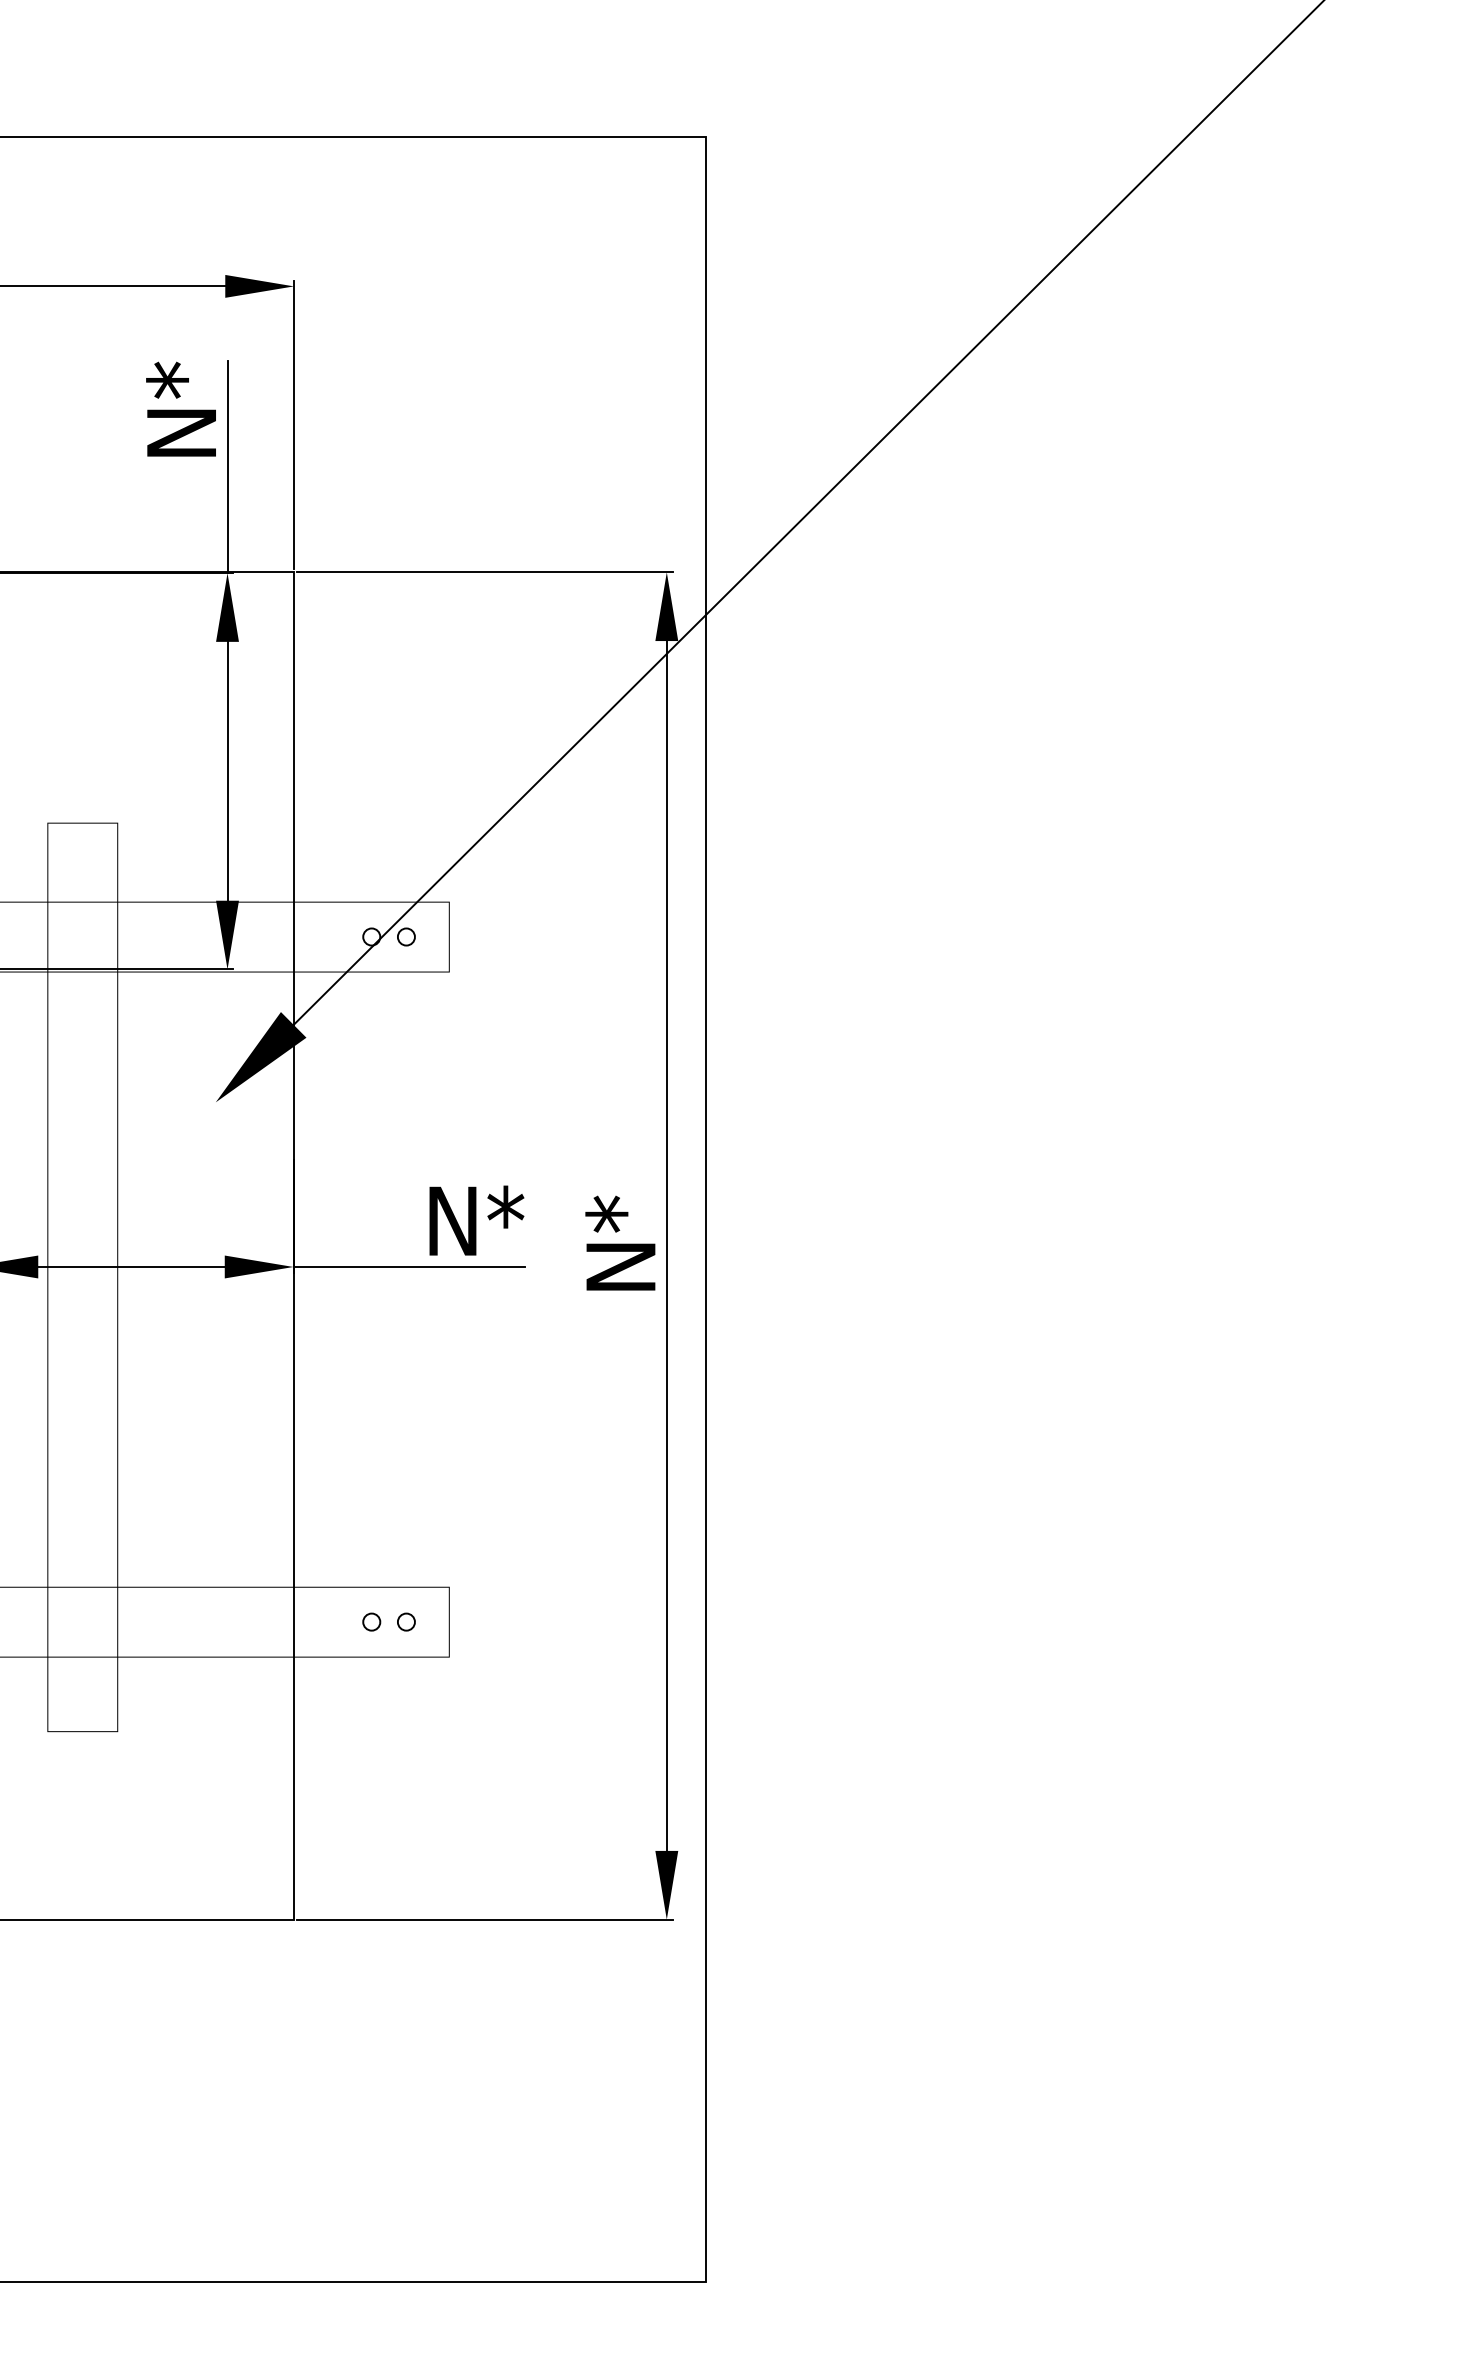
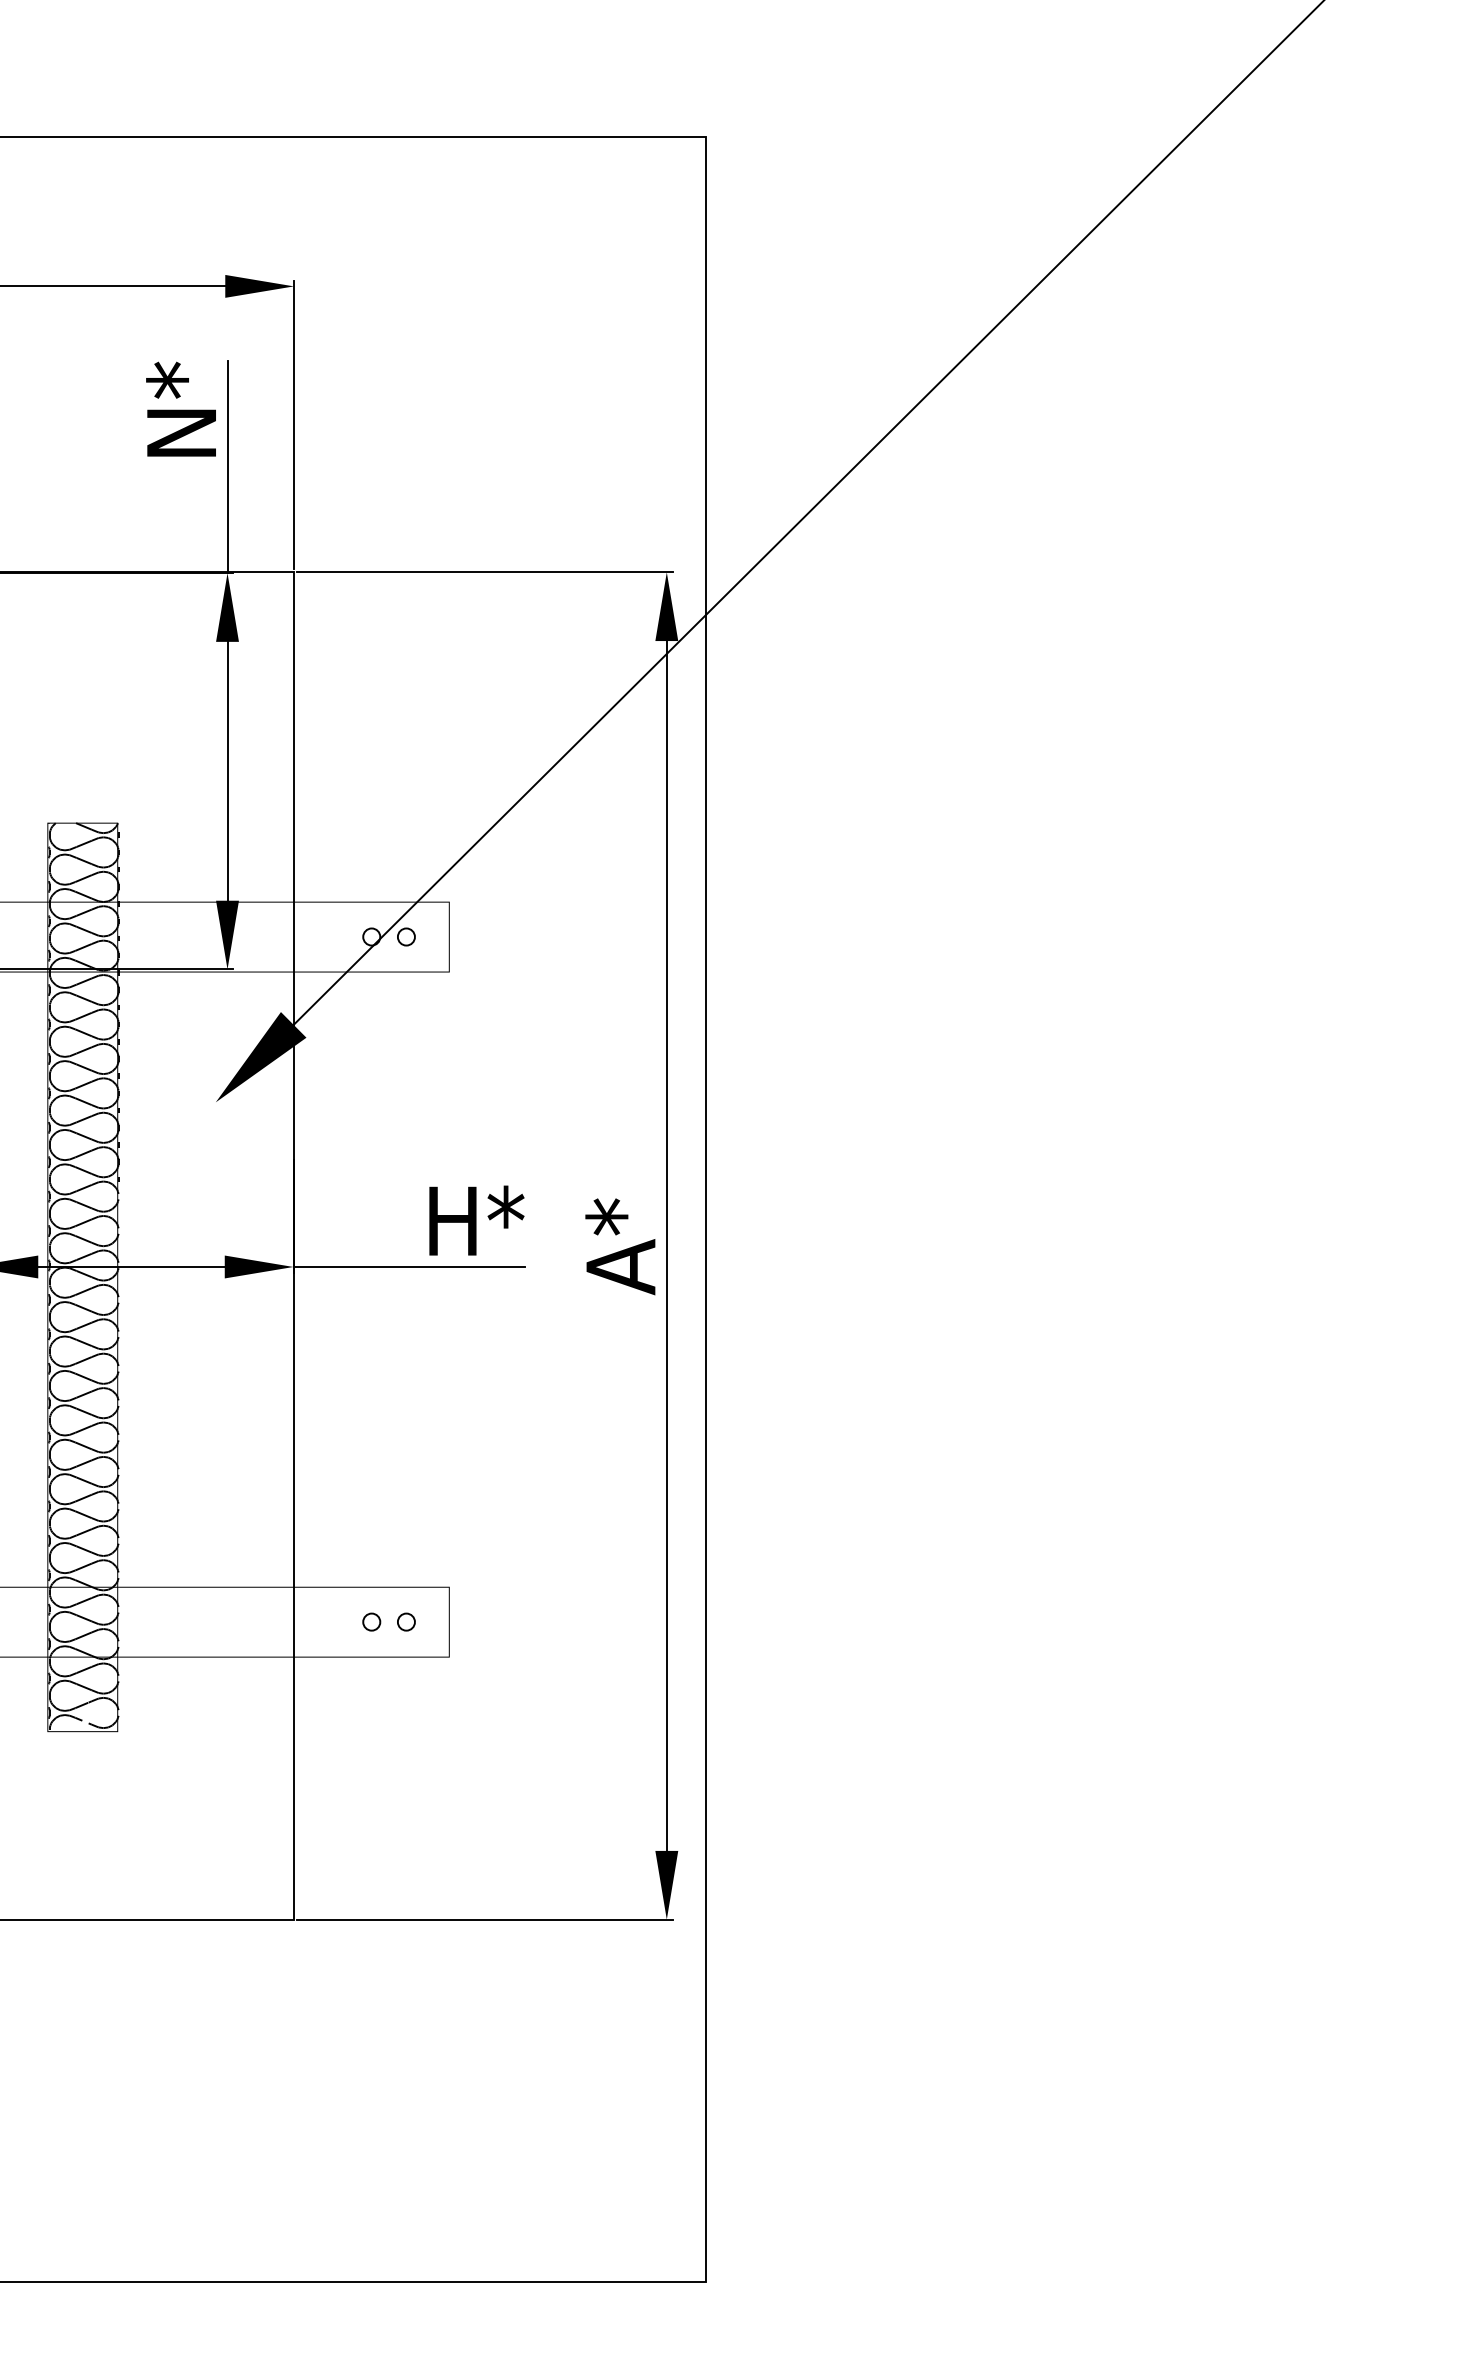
text at (476, 1220): N* -> H*
text at (620, 1245): N* -> A*
hatch at (83, 1276): none -> present
